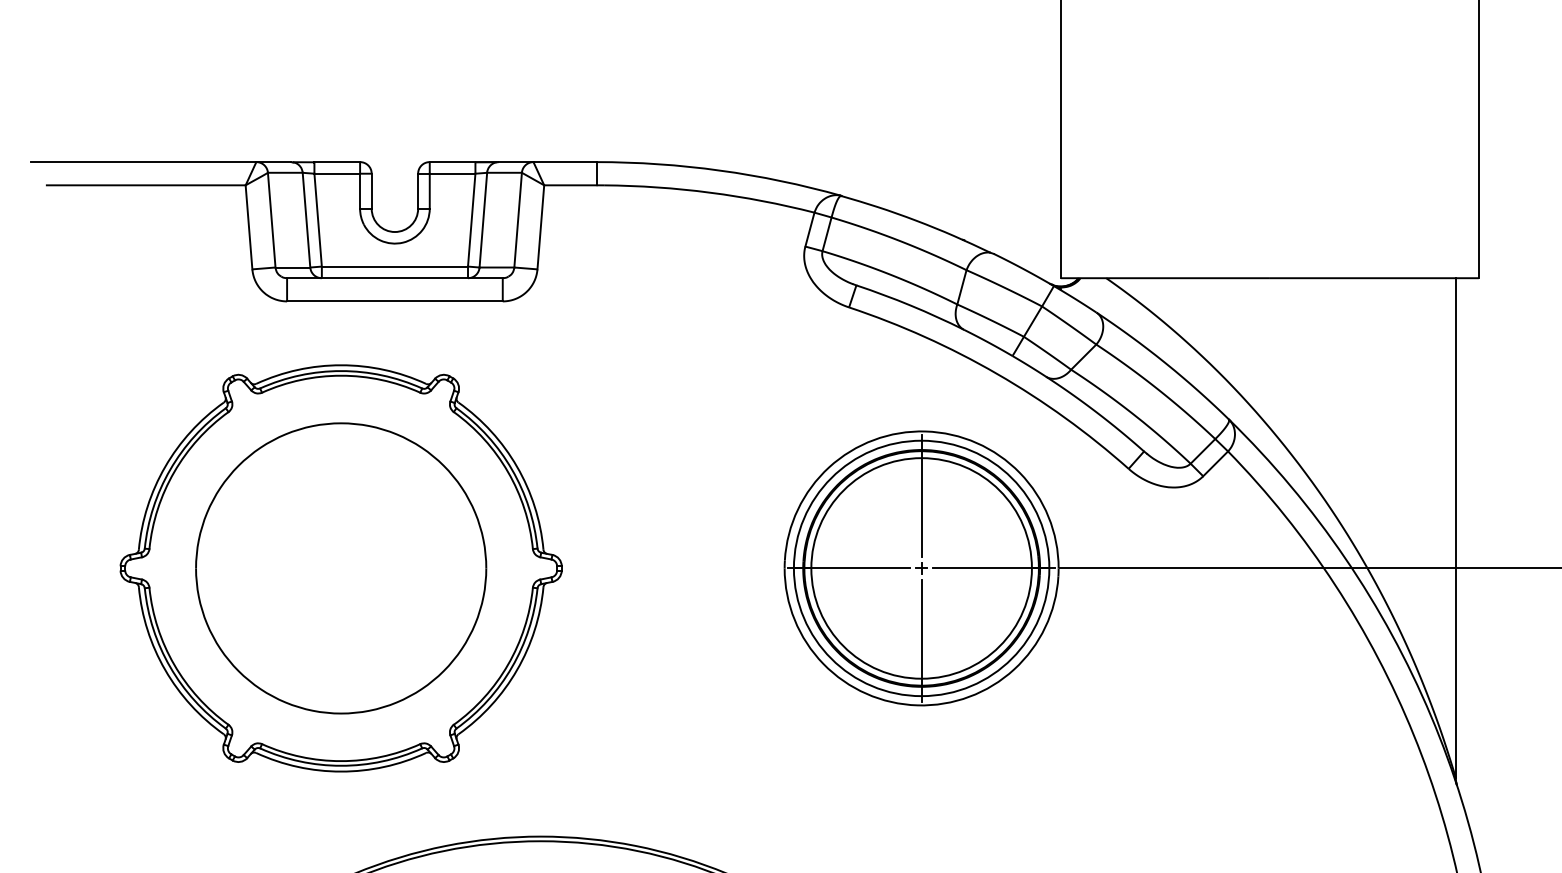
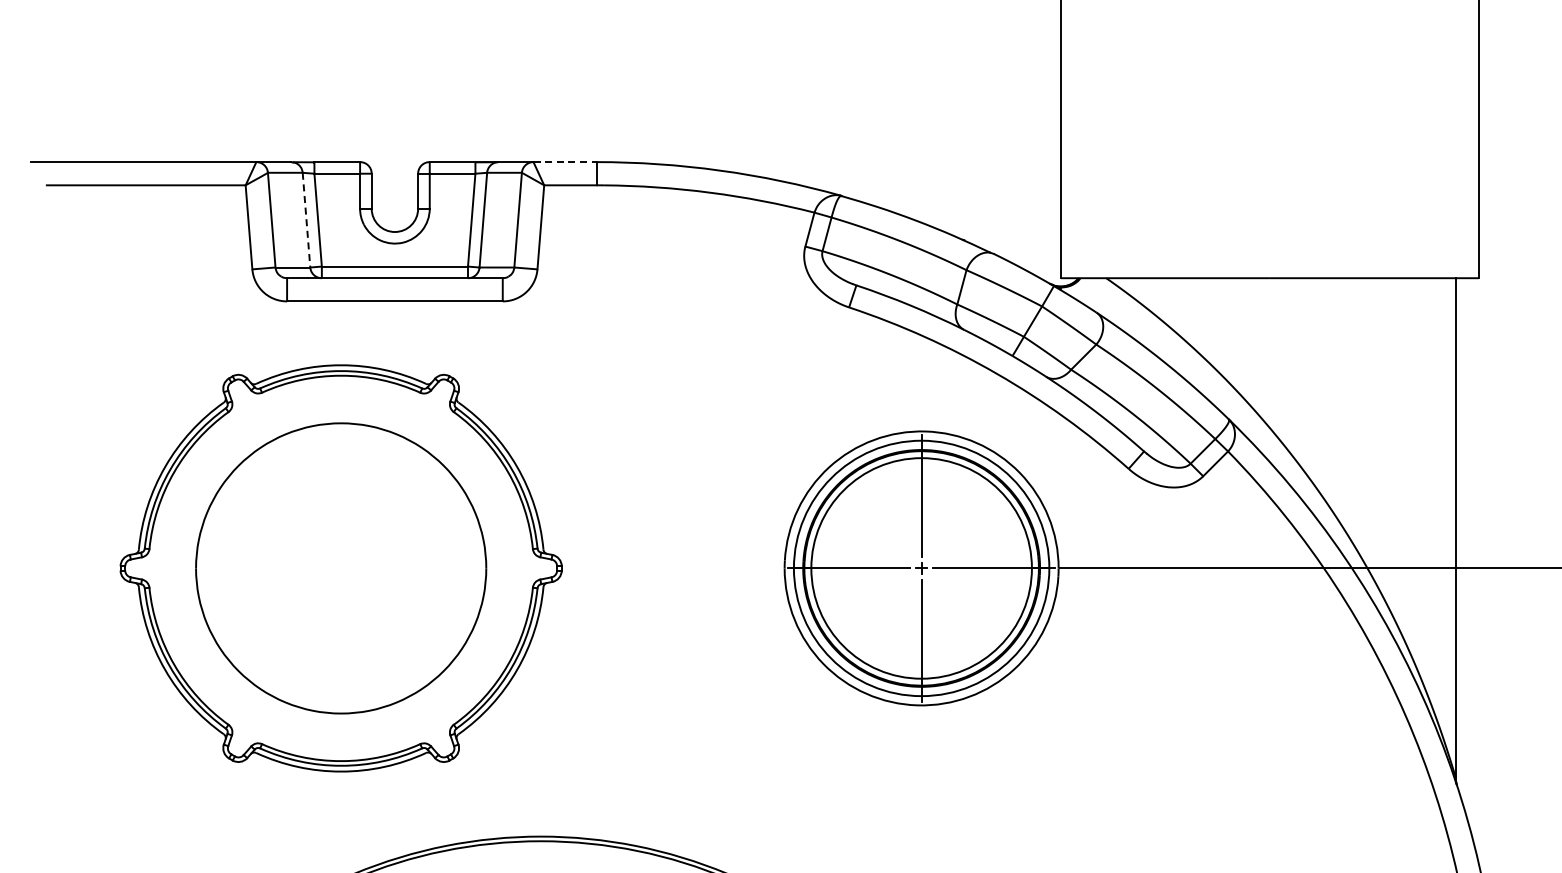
line at (565, 162): solid -> dashed
line at (306, 220): solid -> dashed
